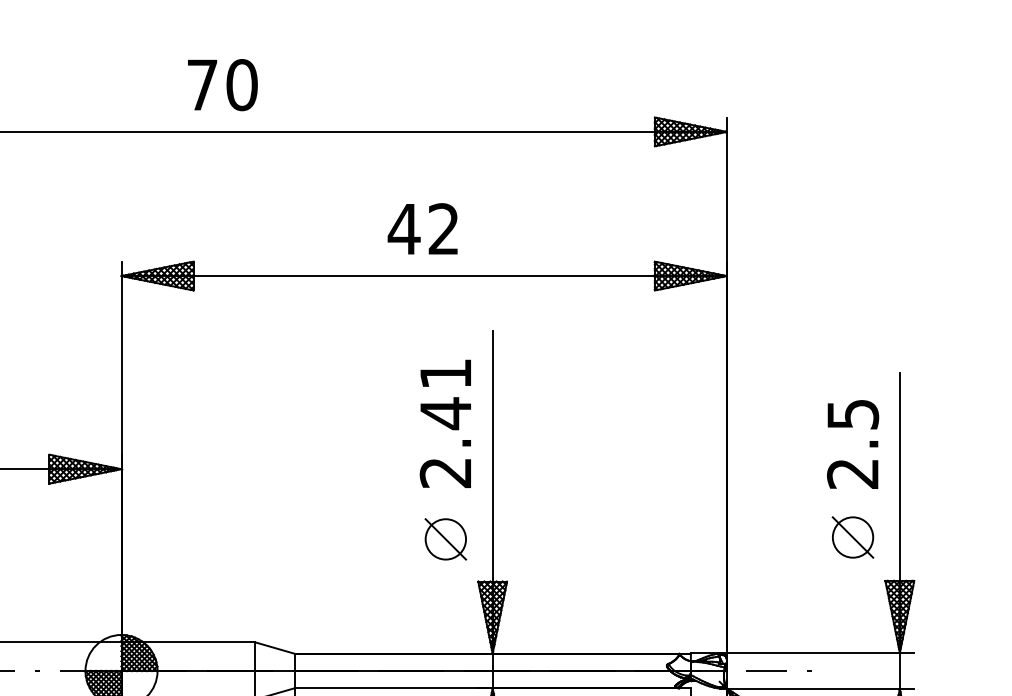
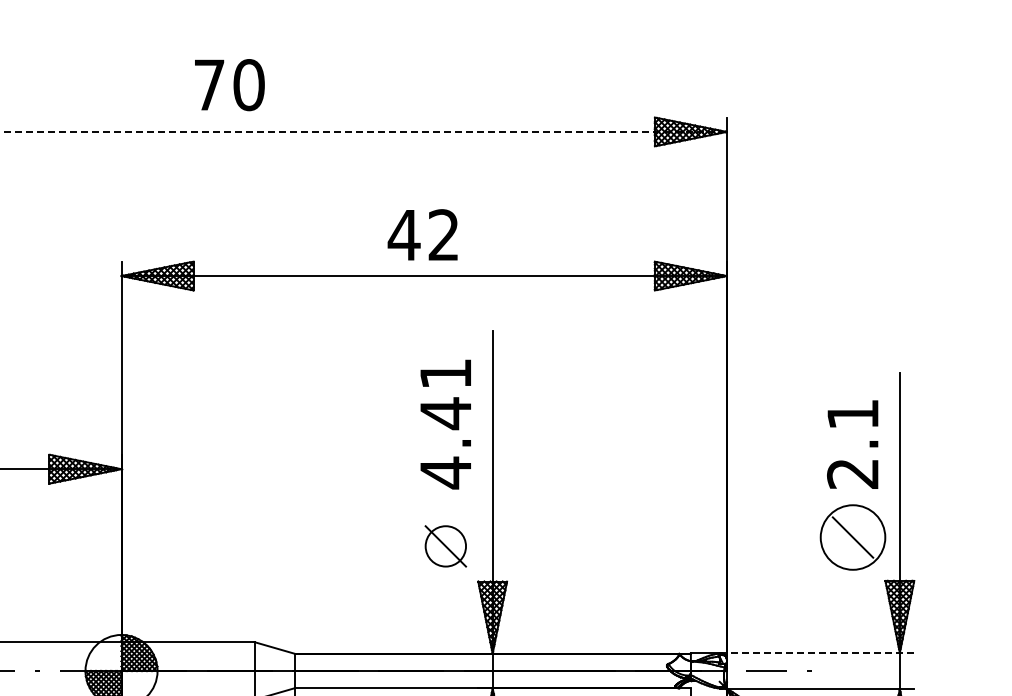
text at (222, 85) position: (222, 85) -> (229, 85)
line at (363, 131): solid -> dashed
text at (422, 228) position: (422, 228) -> (422, 234)
text at (853, 414): 2.5 -> 2.1
text at (444, 472): 2.41 -> 4.41
circle at (852, 537) diameter: 40 px -> 65 px
part at (445, 539) position: (445, 539) -> (445, 546)
line at (816, 652): solid -> dashed
